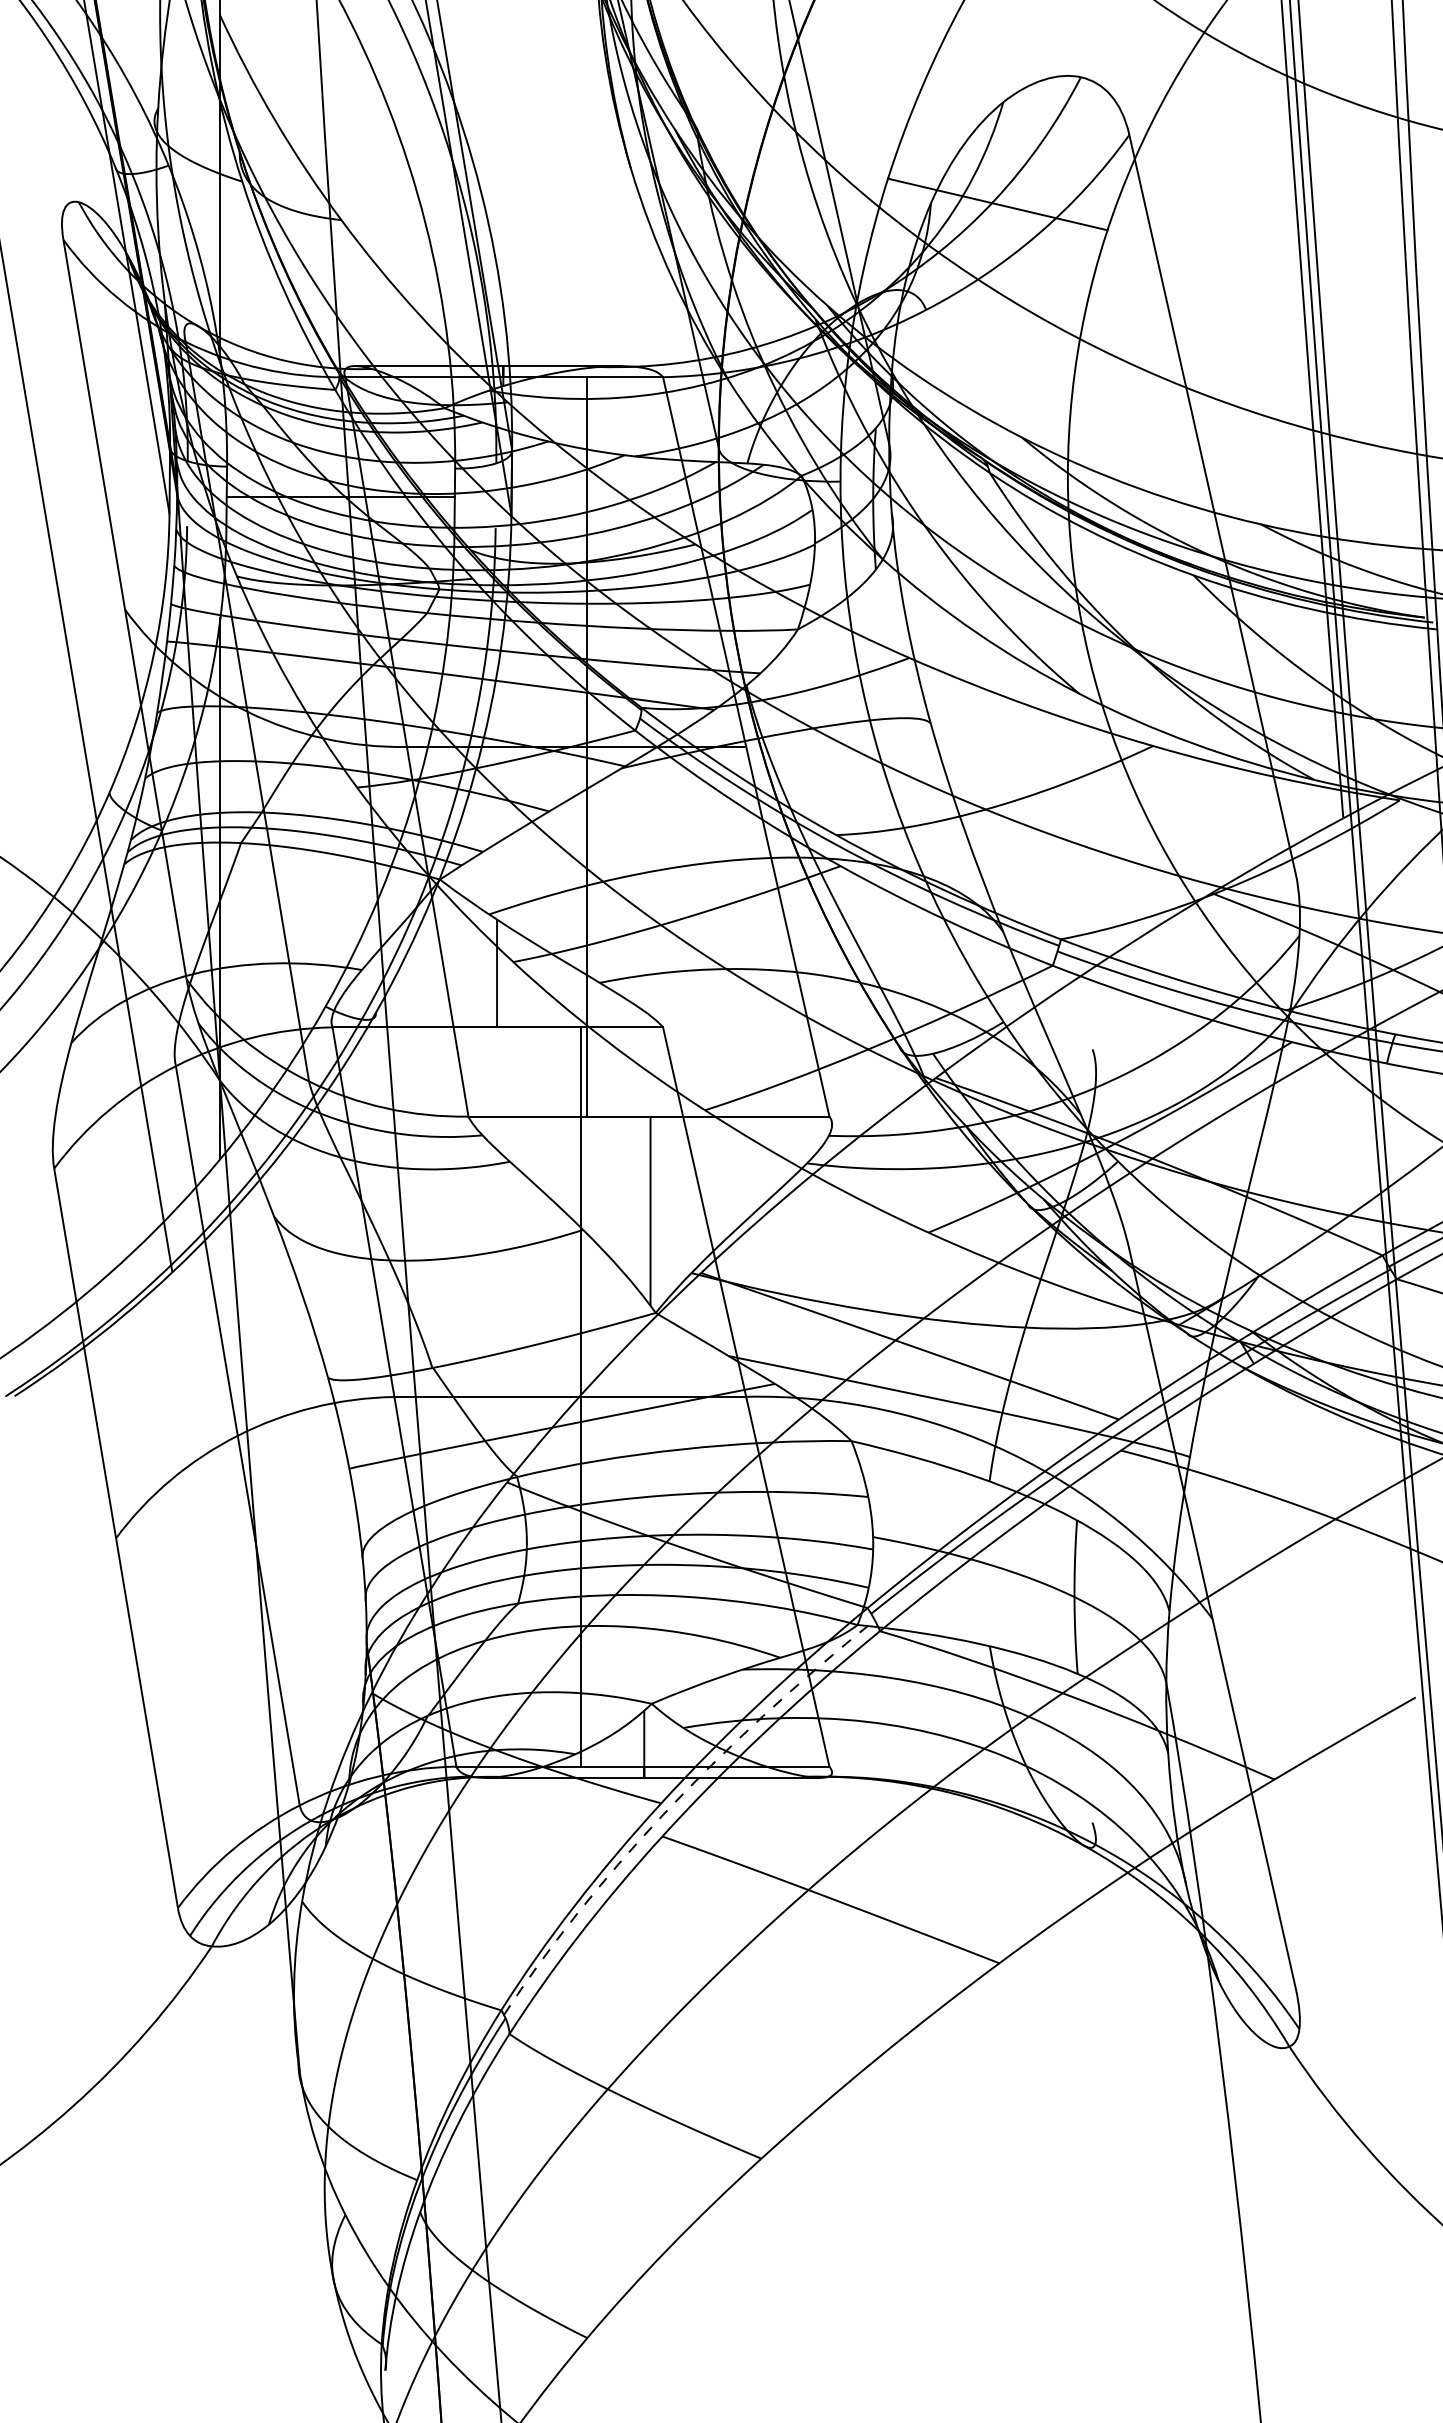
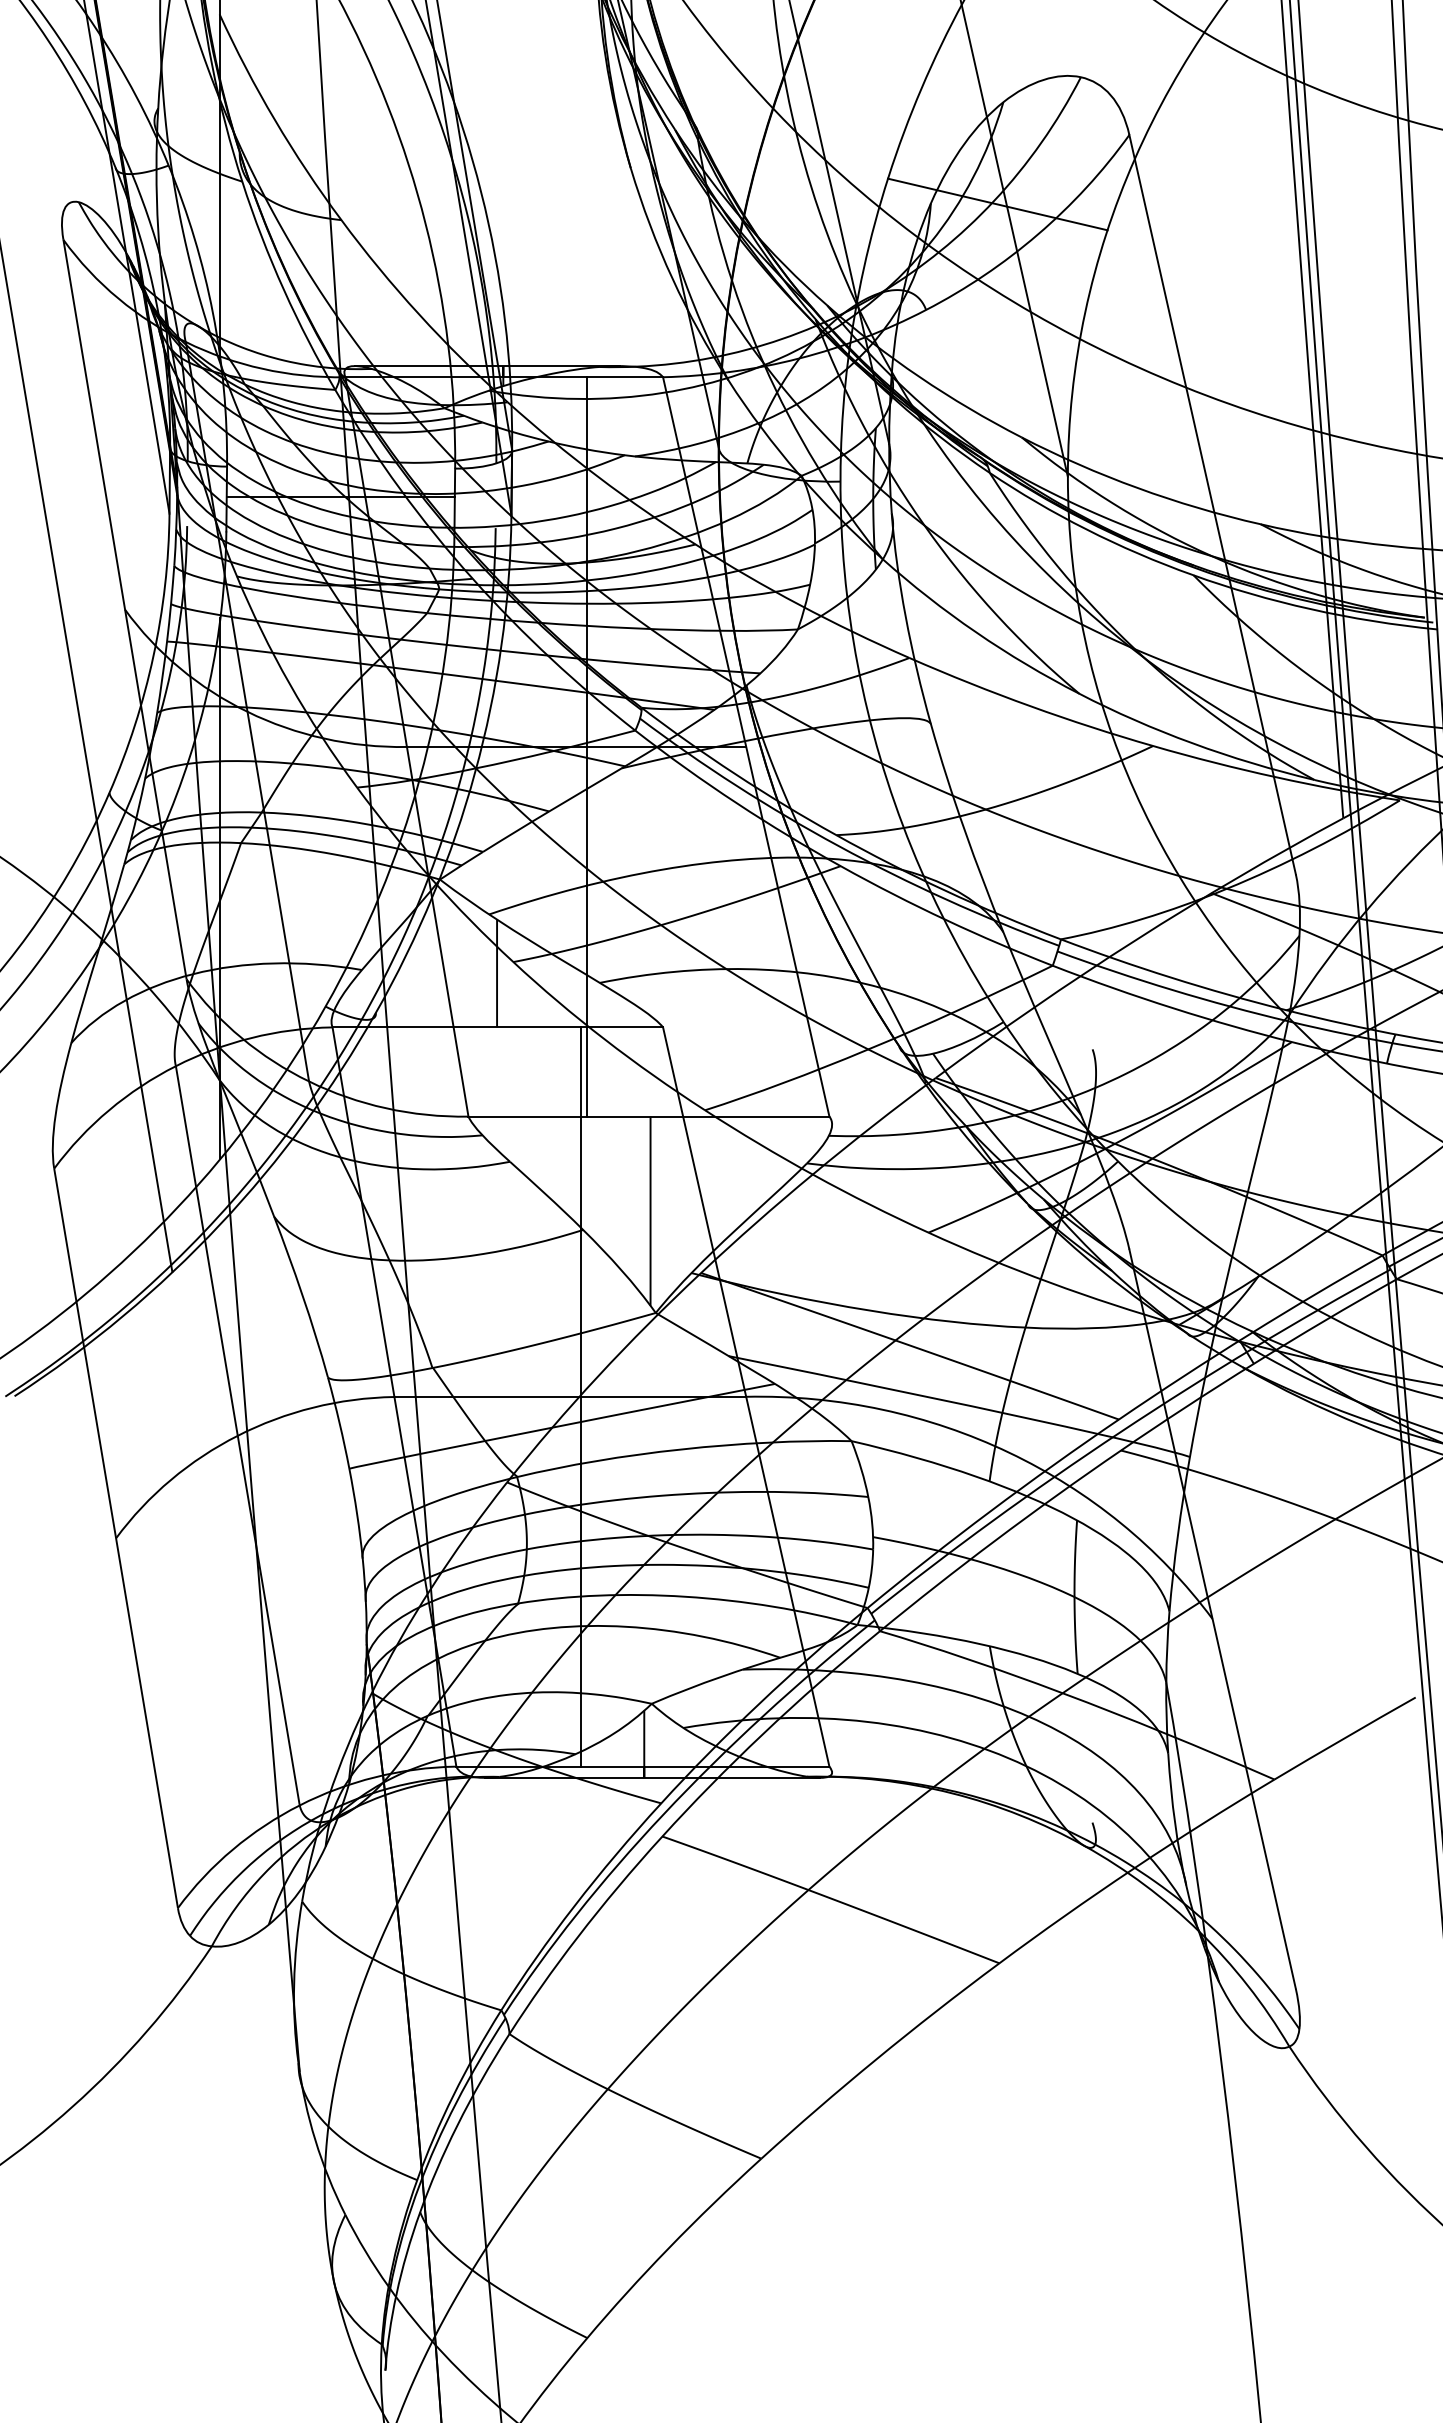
line at (1014, 239): none -> present
arc at (674, 1803): dashed -> solid
